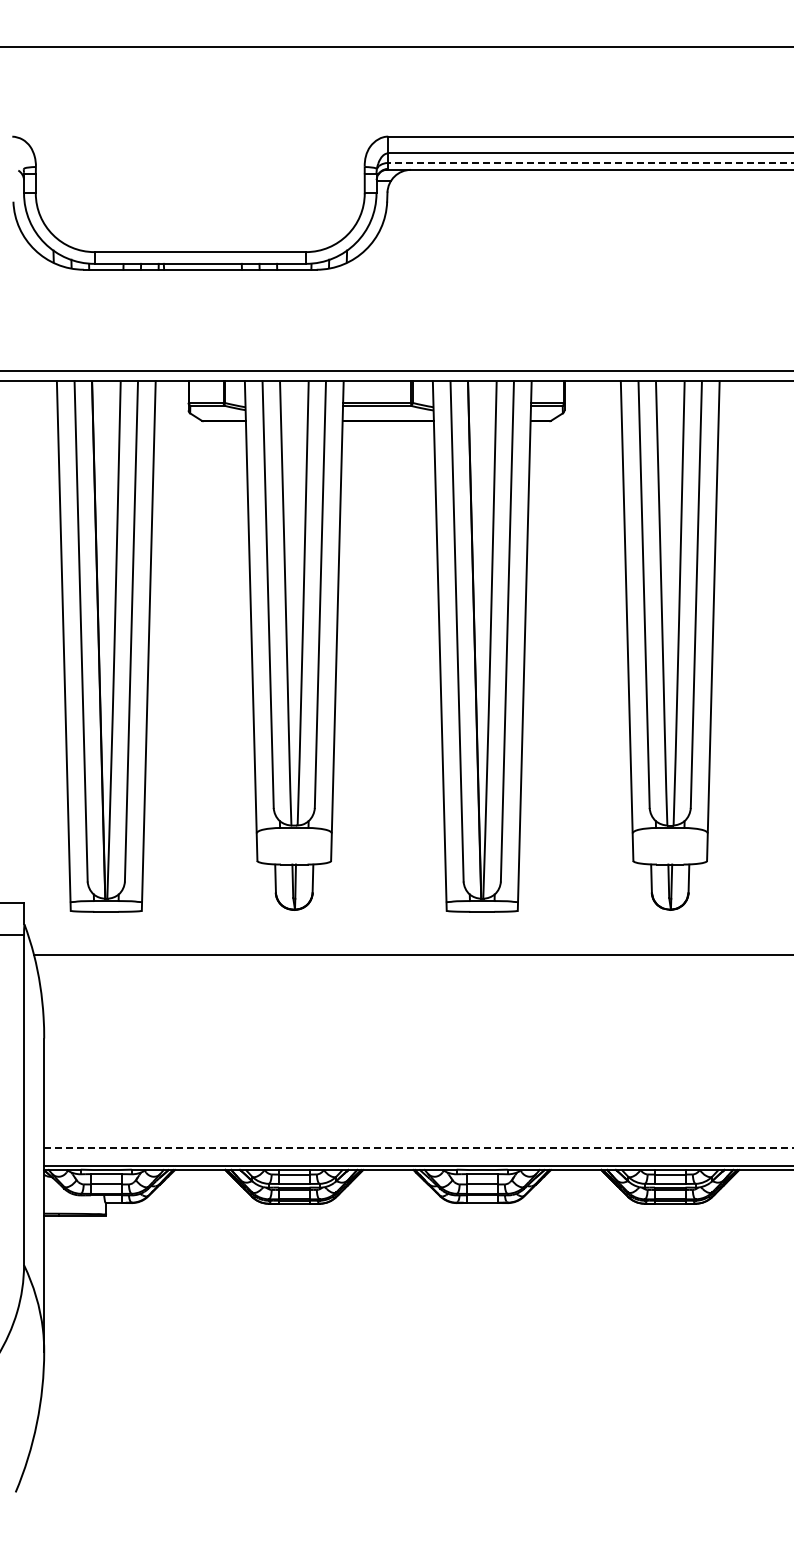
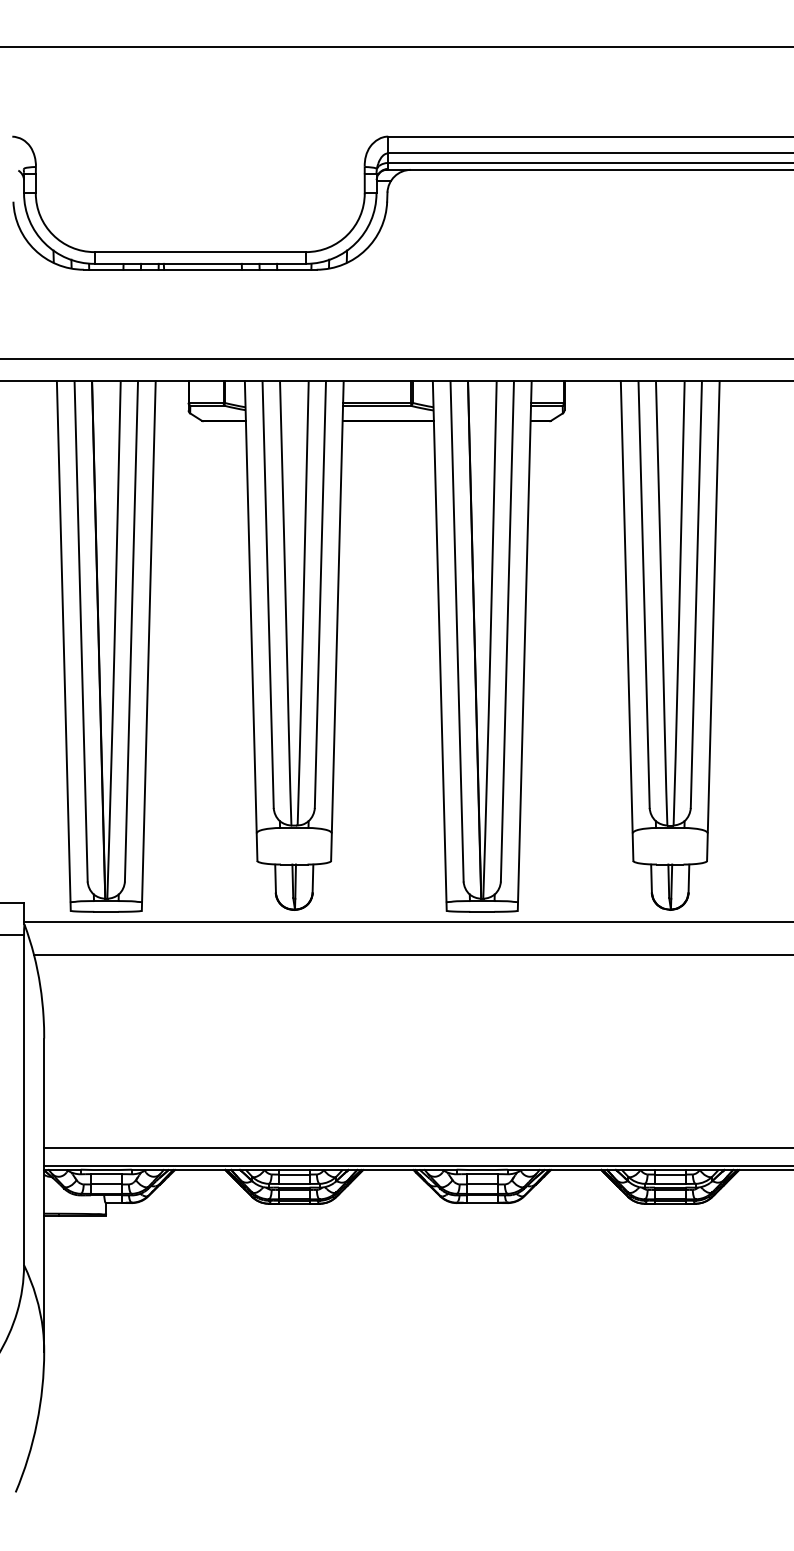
line at (590, 163): dashed -> solid
line at (396, 371) position: (396, 371) -> (396, 359)
line at (407, 921): none -> present
line at (419, 1147): dashed -> solid
